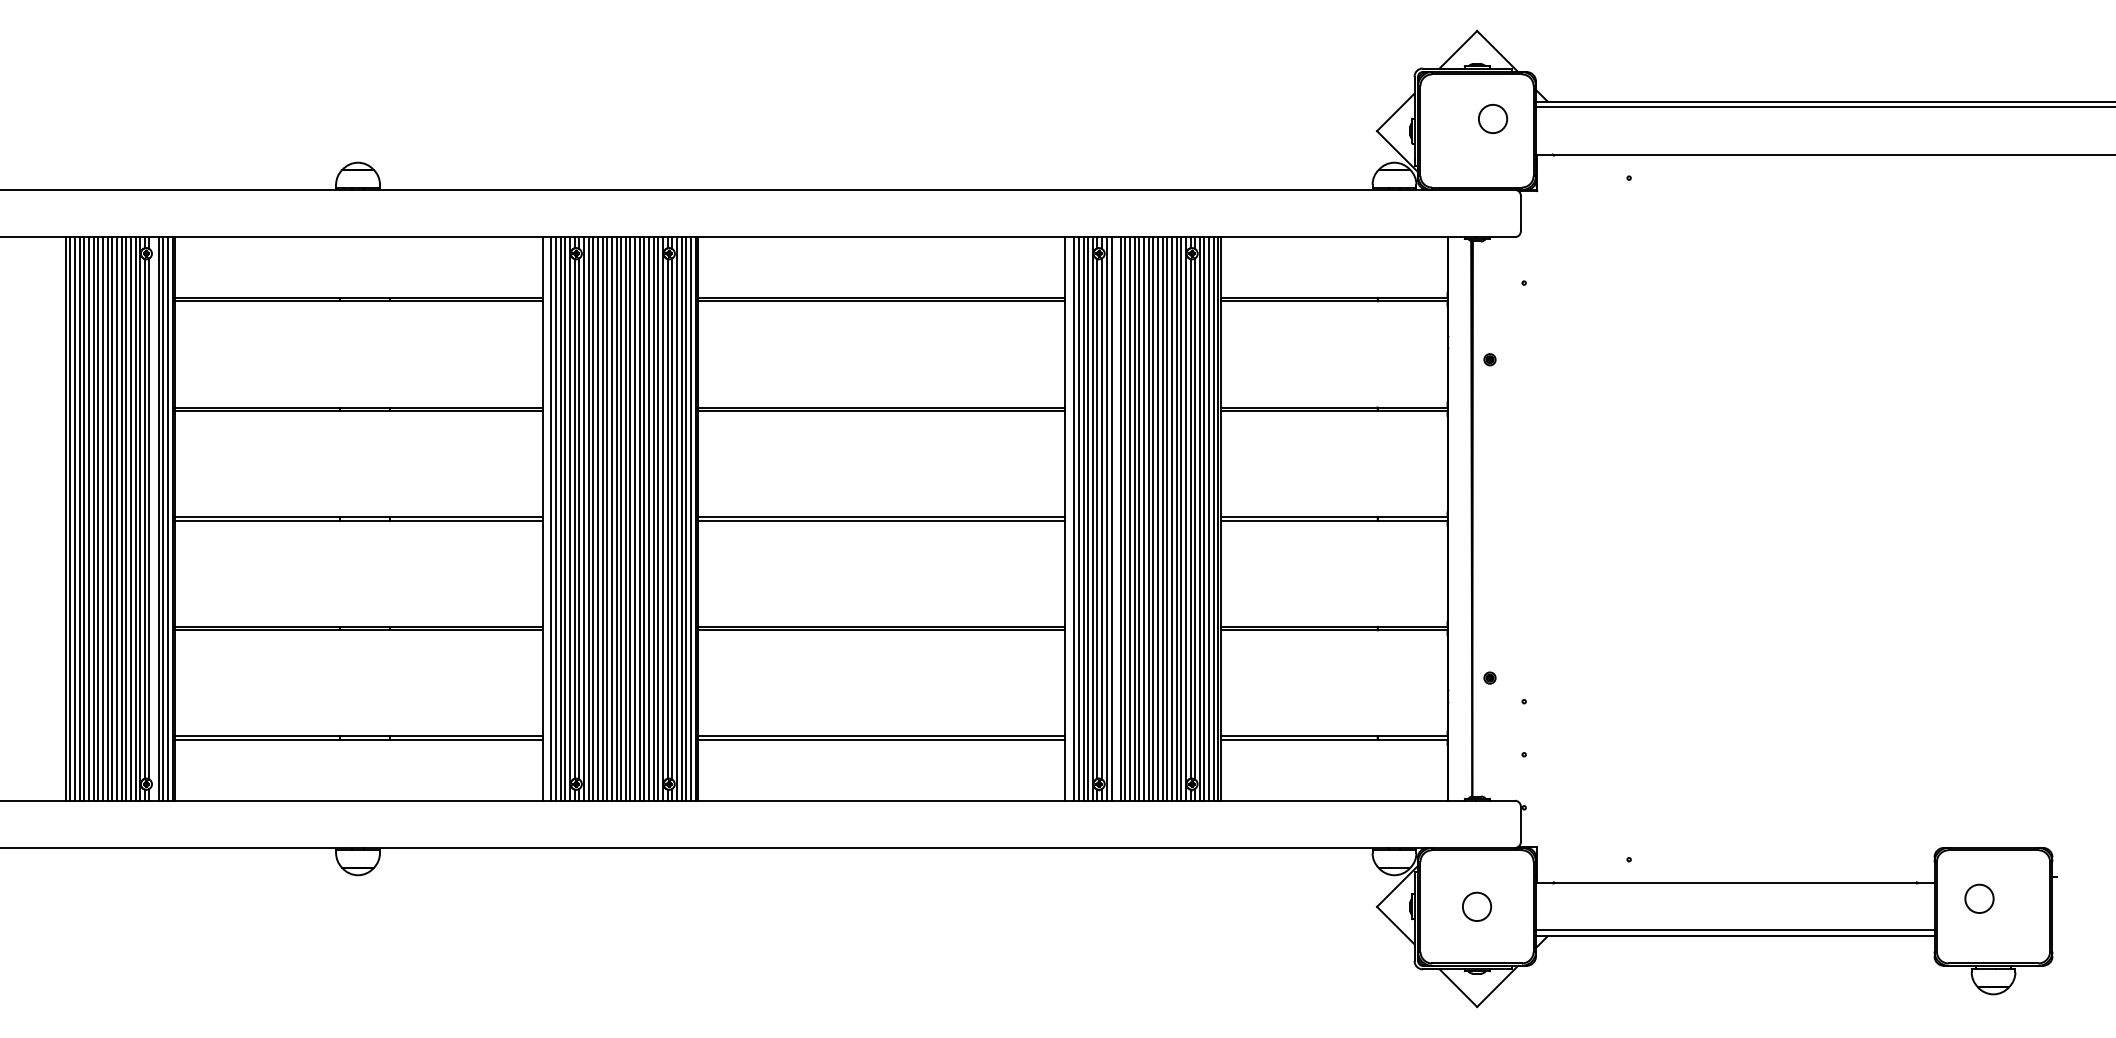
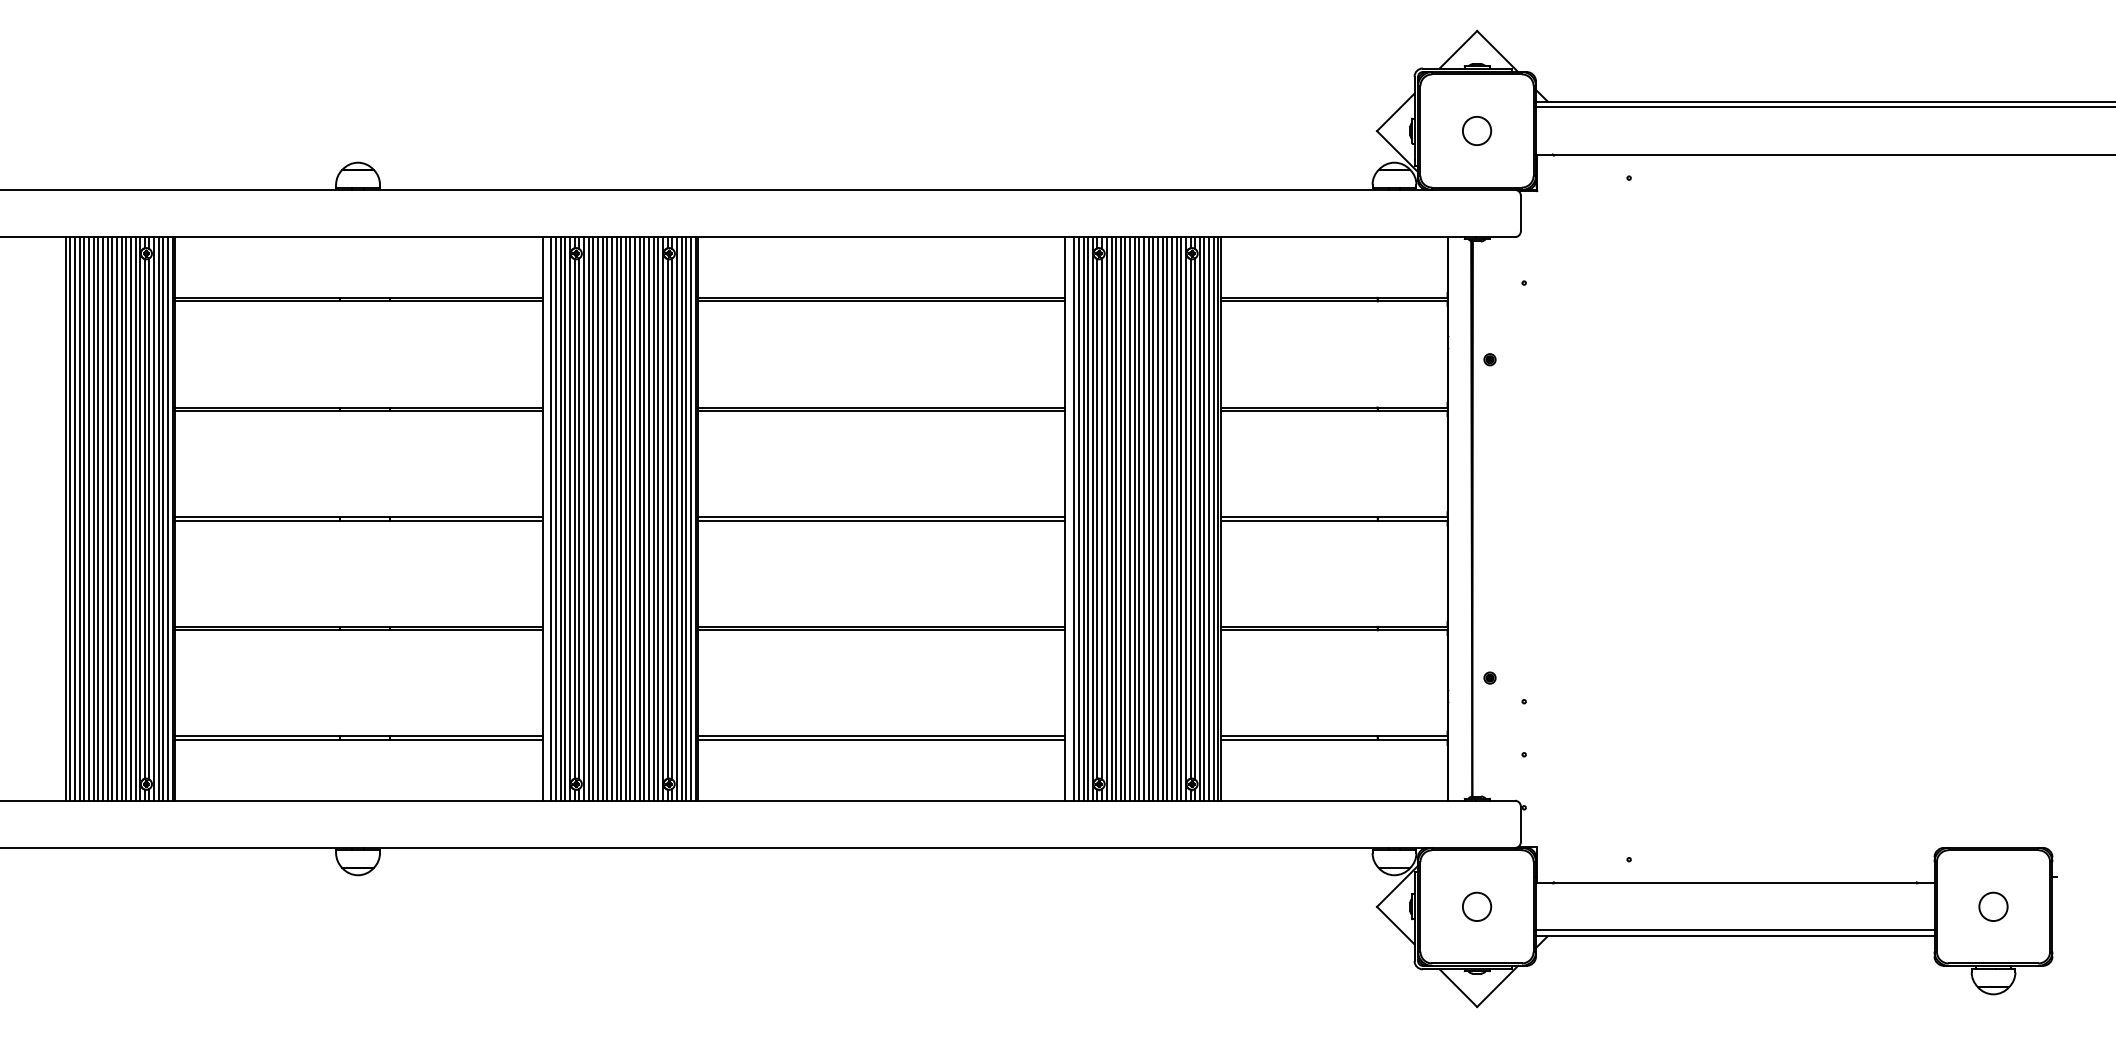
circle at (1493, 118) position: (1493, 118) -> (1477, 130)
line at (154, 518): none -> present
line at (1116, 518): none -> present
circle at (1979, 898) position: (1979, 898) -> (1993, 906)
